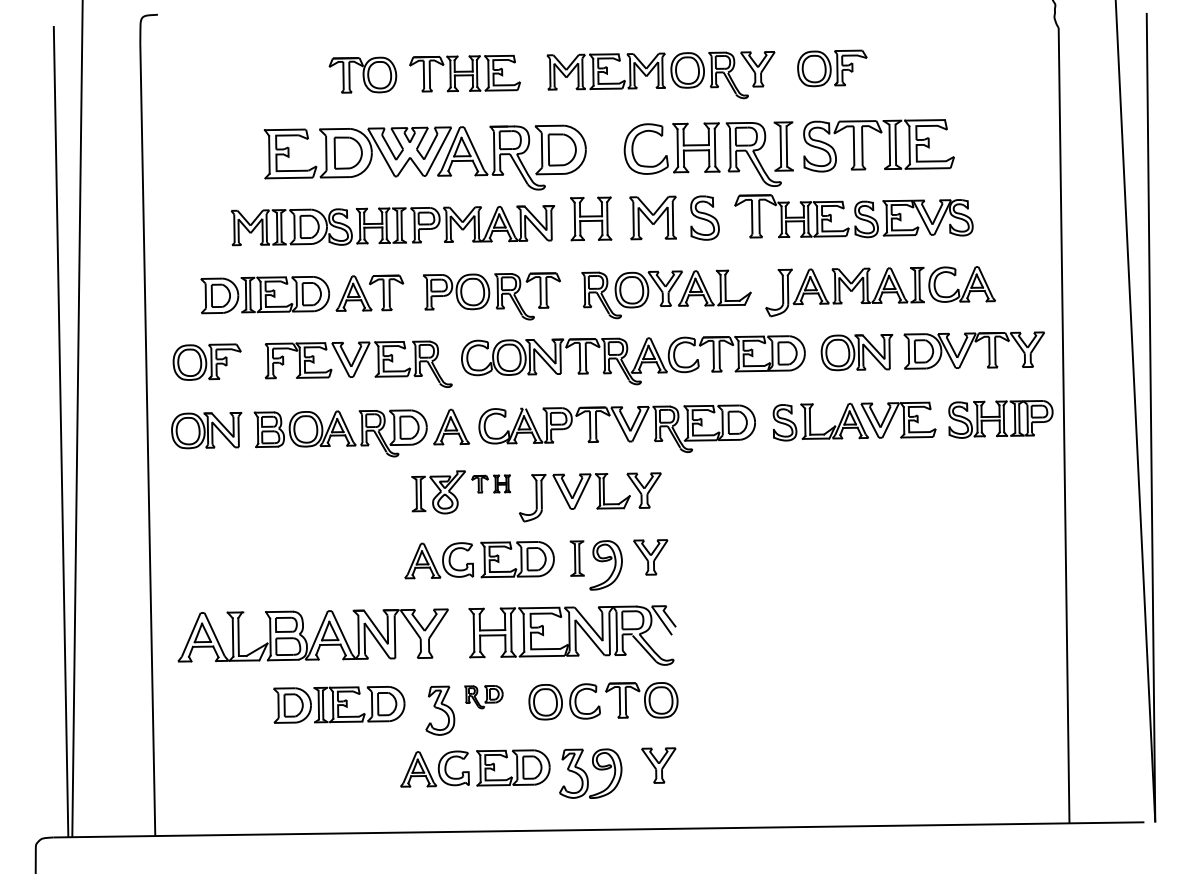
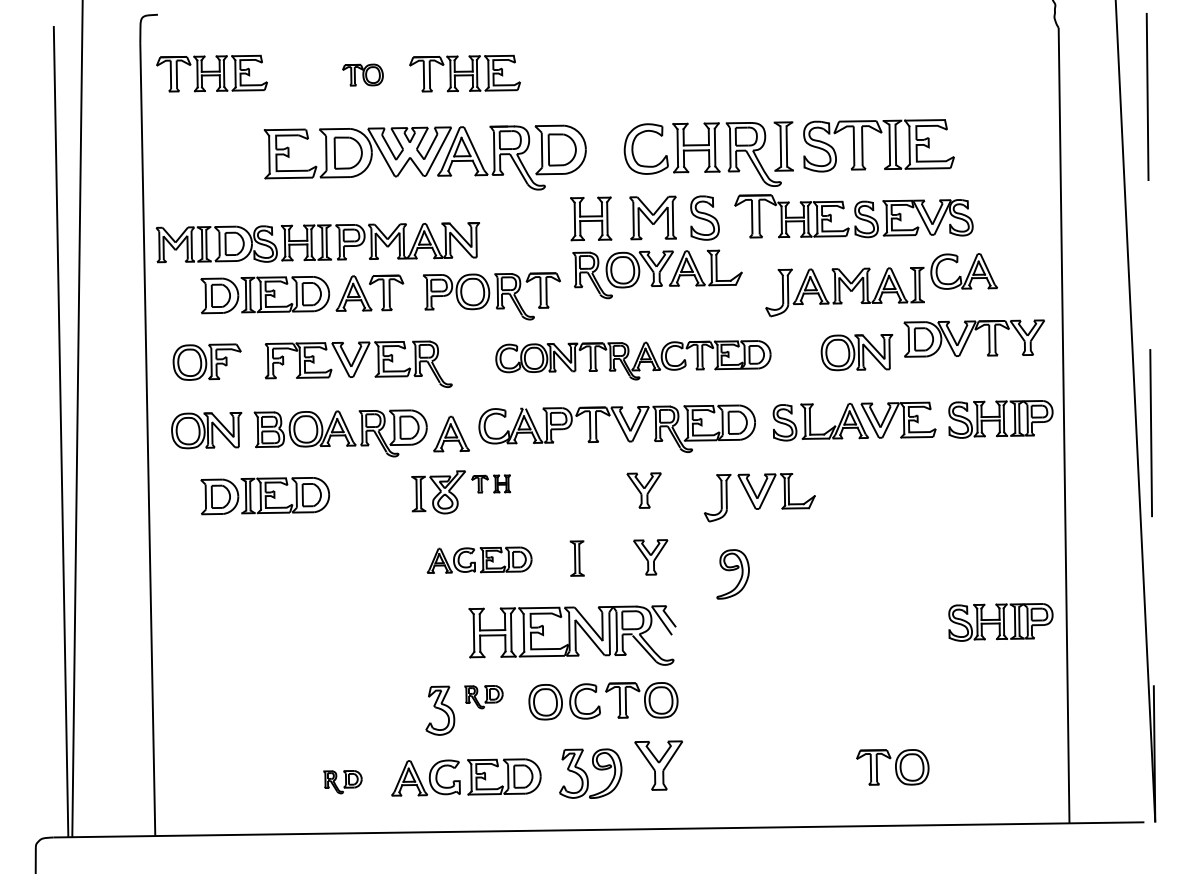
part at (832, 68): present -> none
part at (211, 73): none -> present
part at (362, 74) size: 70x38 px -> 42x24 px
part at (660, 75): present -> none
part at (392, 225) position: (392, 225) -> (317, 242)
part at (961, 284) position: (961, 284) -> (963, 271)
part at (666, 294) position: (666, 294) -> (657, 274)
part at (973, 350) position: (973, 350) -> (973, 338)
part at (633, 360) size: 345x51 px -> 277x41 px
line at (1151, 417): solid -> dashed
part at (451, 426) position: (451, 426) -> (451, 433)
part at (264, 496): none -> present
part at (574, 497) position: (574, 497) -> (759, 497)
part at (479, 560) size: 151x39 px -> 107x28 px
part at (605, 565) position: (605, 565) -> (732, 574)
part at (1000, 622): none -> present
part at (312, 635): present -> none
part at (339, 704): present -> none
part at (658, 765) size: 36x37 px -> 49x51 px
part at (892, 767): none -> present
part at (475, 768) position: (475, 768) -> (466, 777)
part at (342, 782): none -> present
